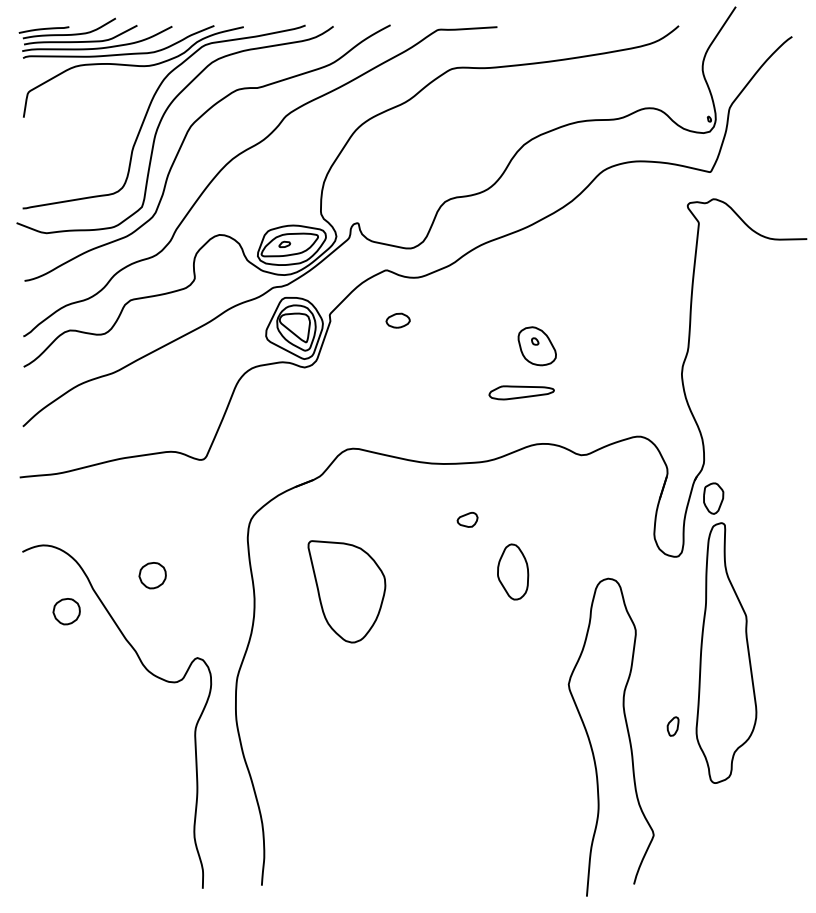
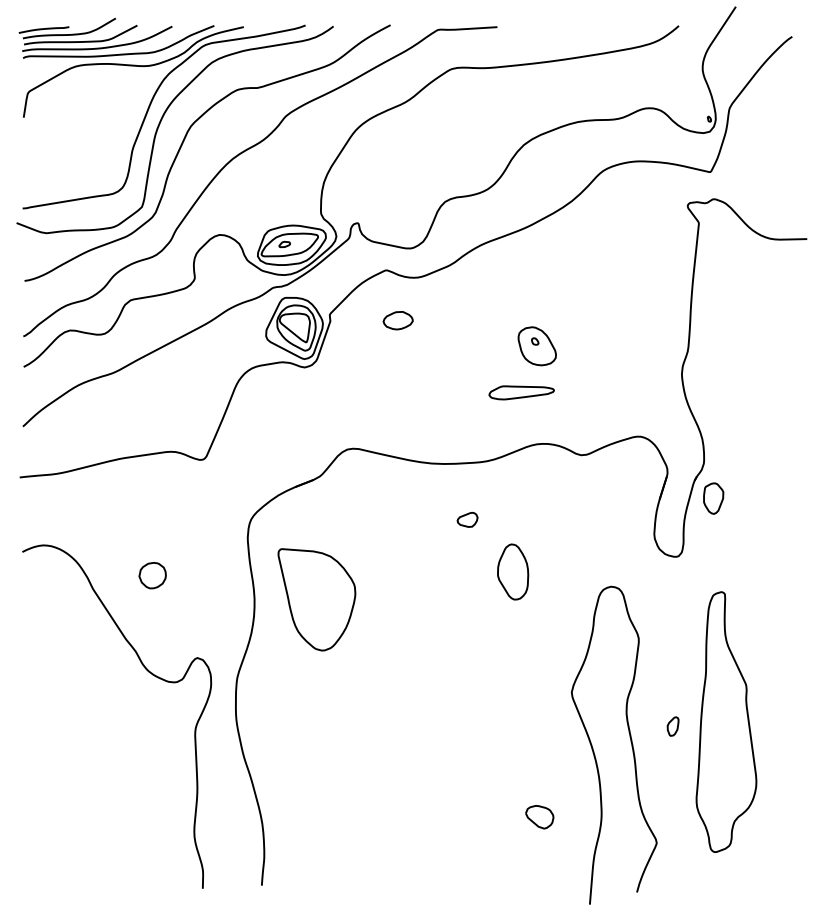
part at (397, 320) size: 26x17 px -> 32x20 px
part at (346, 591) position: (346, 591) -> (316, 599)
part at (66, 611): present -> none
part at (726, 652) position: (726, 652) -> (726, 721)
part at (627, 734) position: (627, 734) -> (630, 742)
part at (539, 817): none -> present
